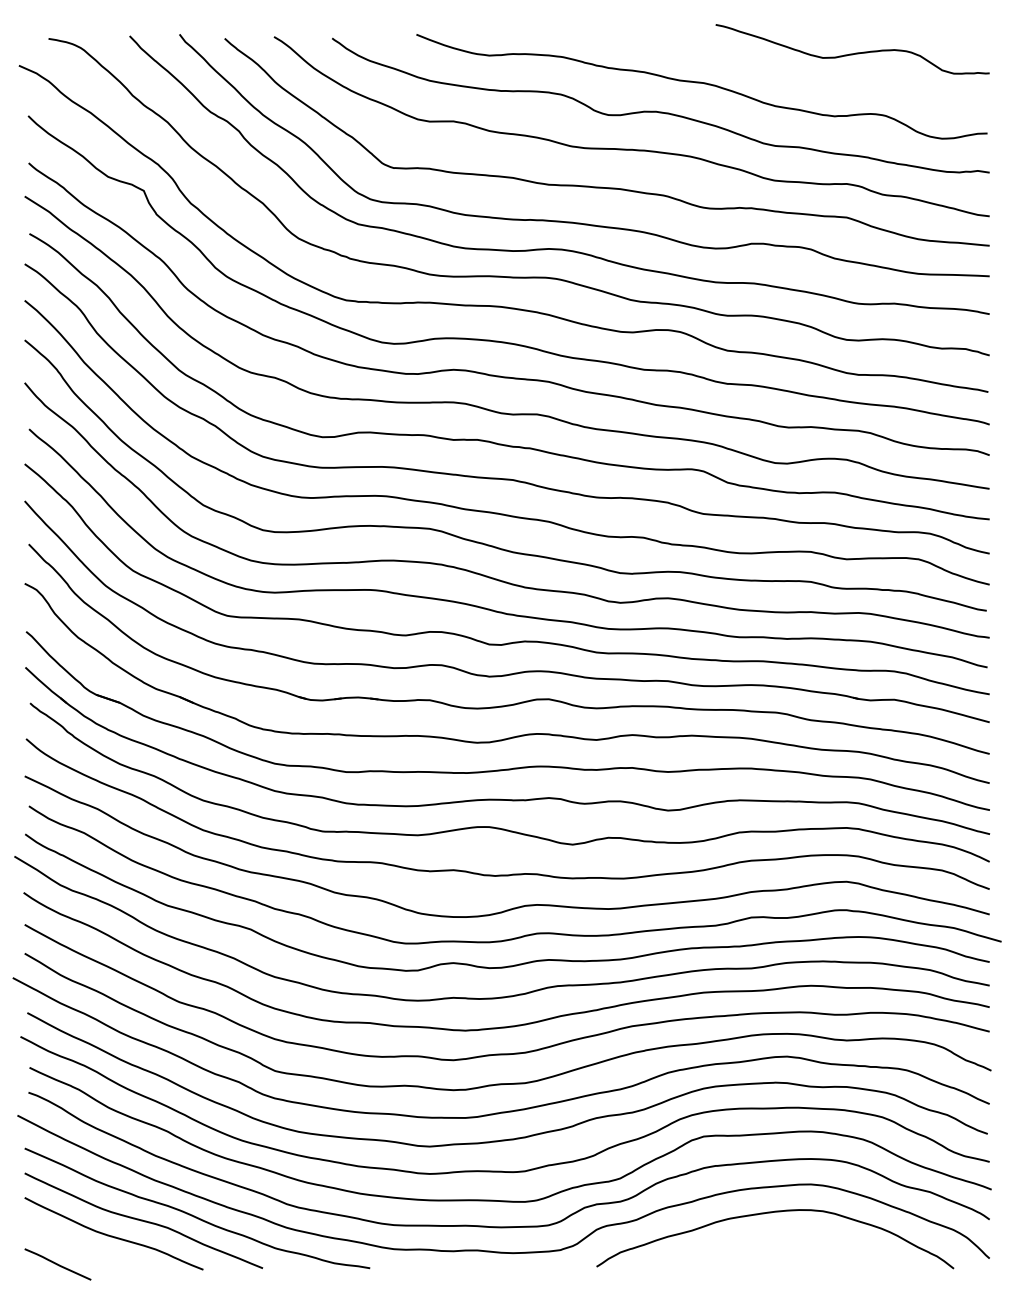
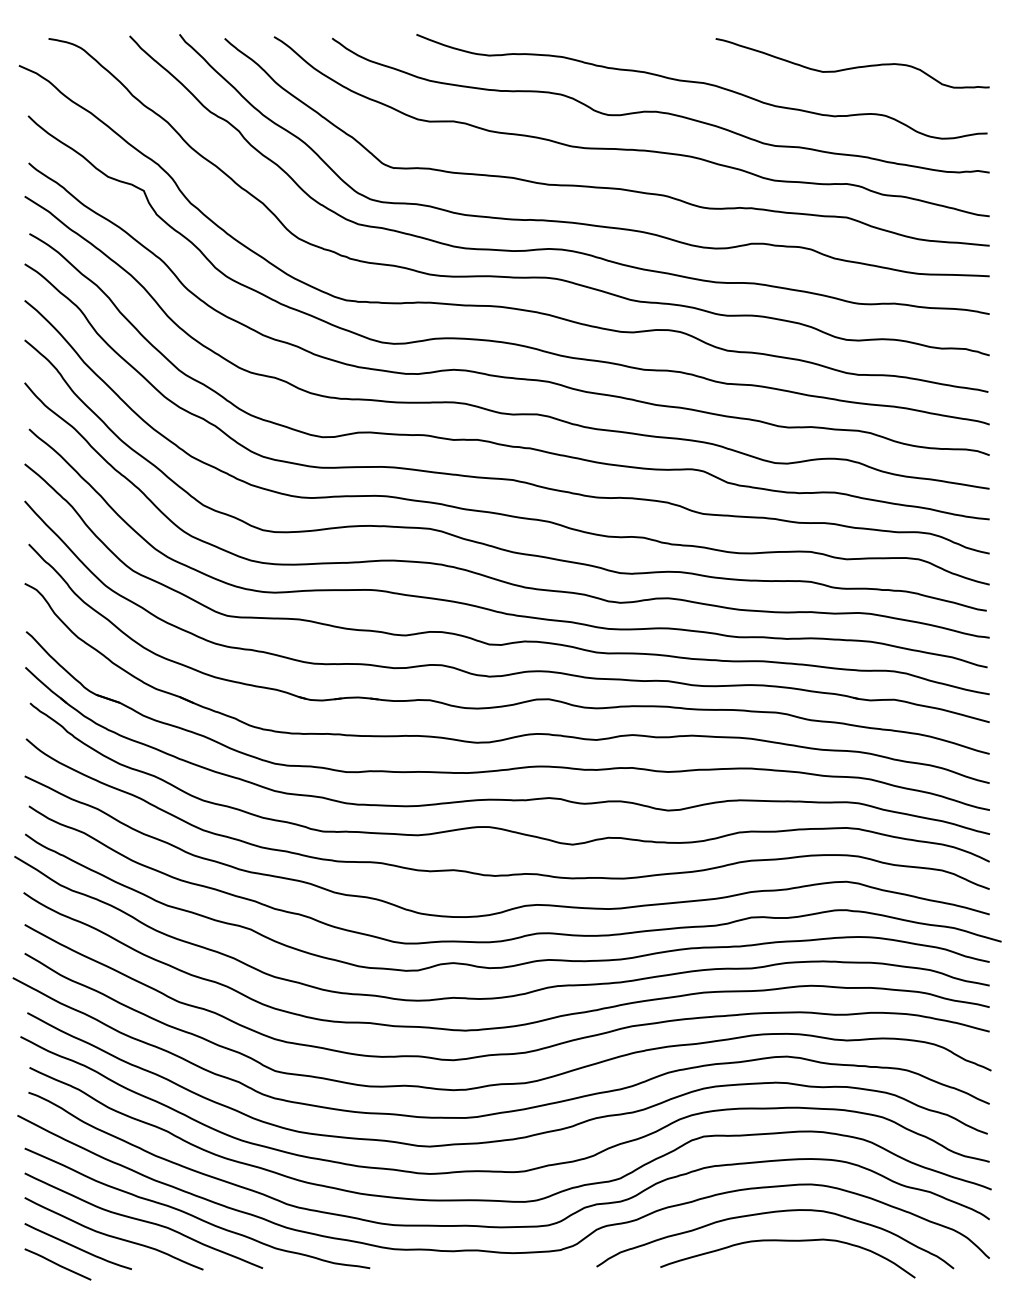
curve at (852, 53) position: (852, 53) -> (852, 67)
curve at (787, 1241): none -> present
curve at (76, 1246): none -> present
